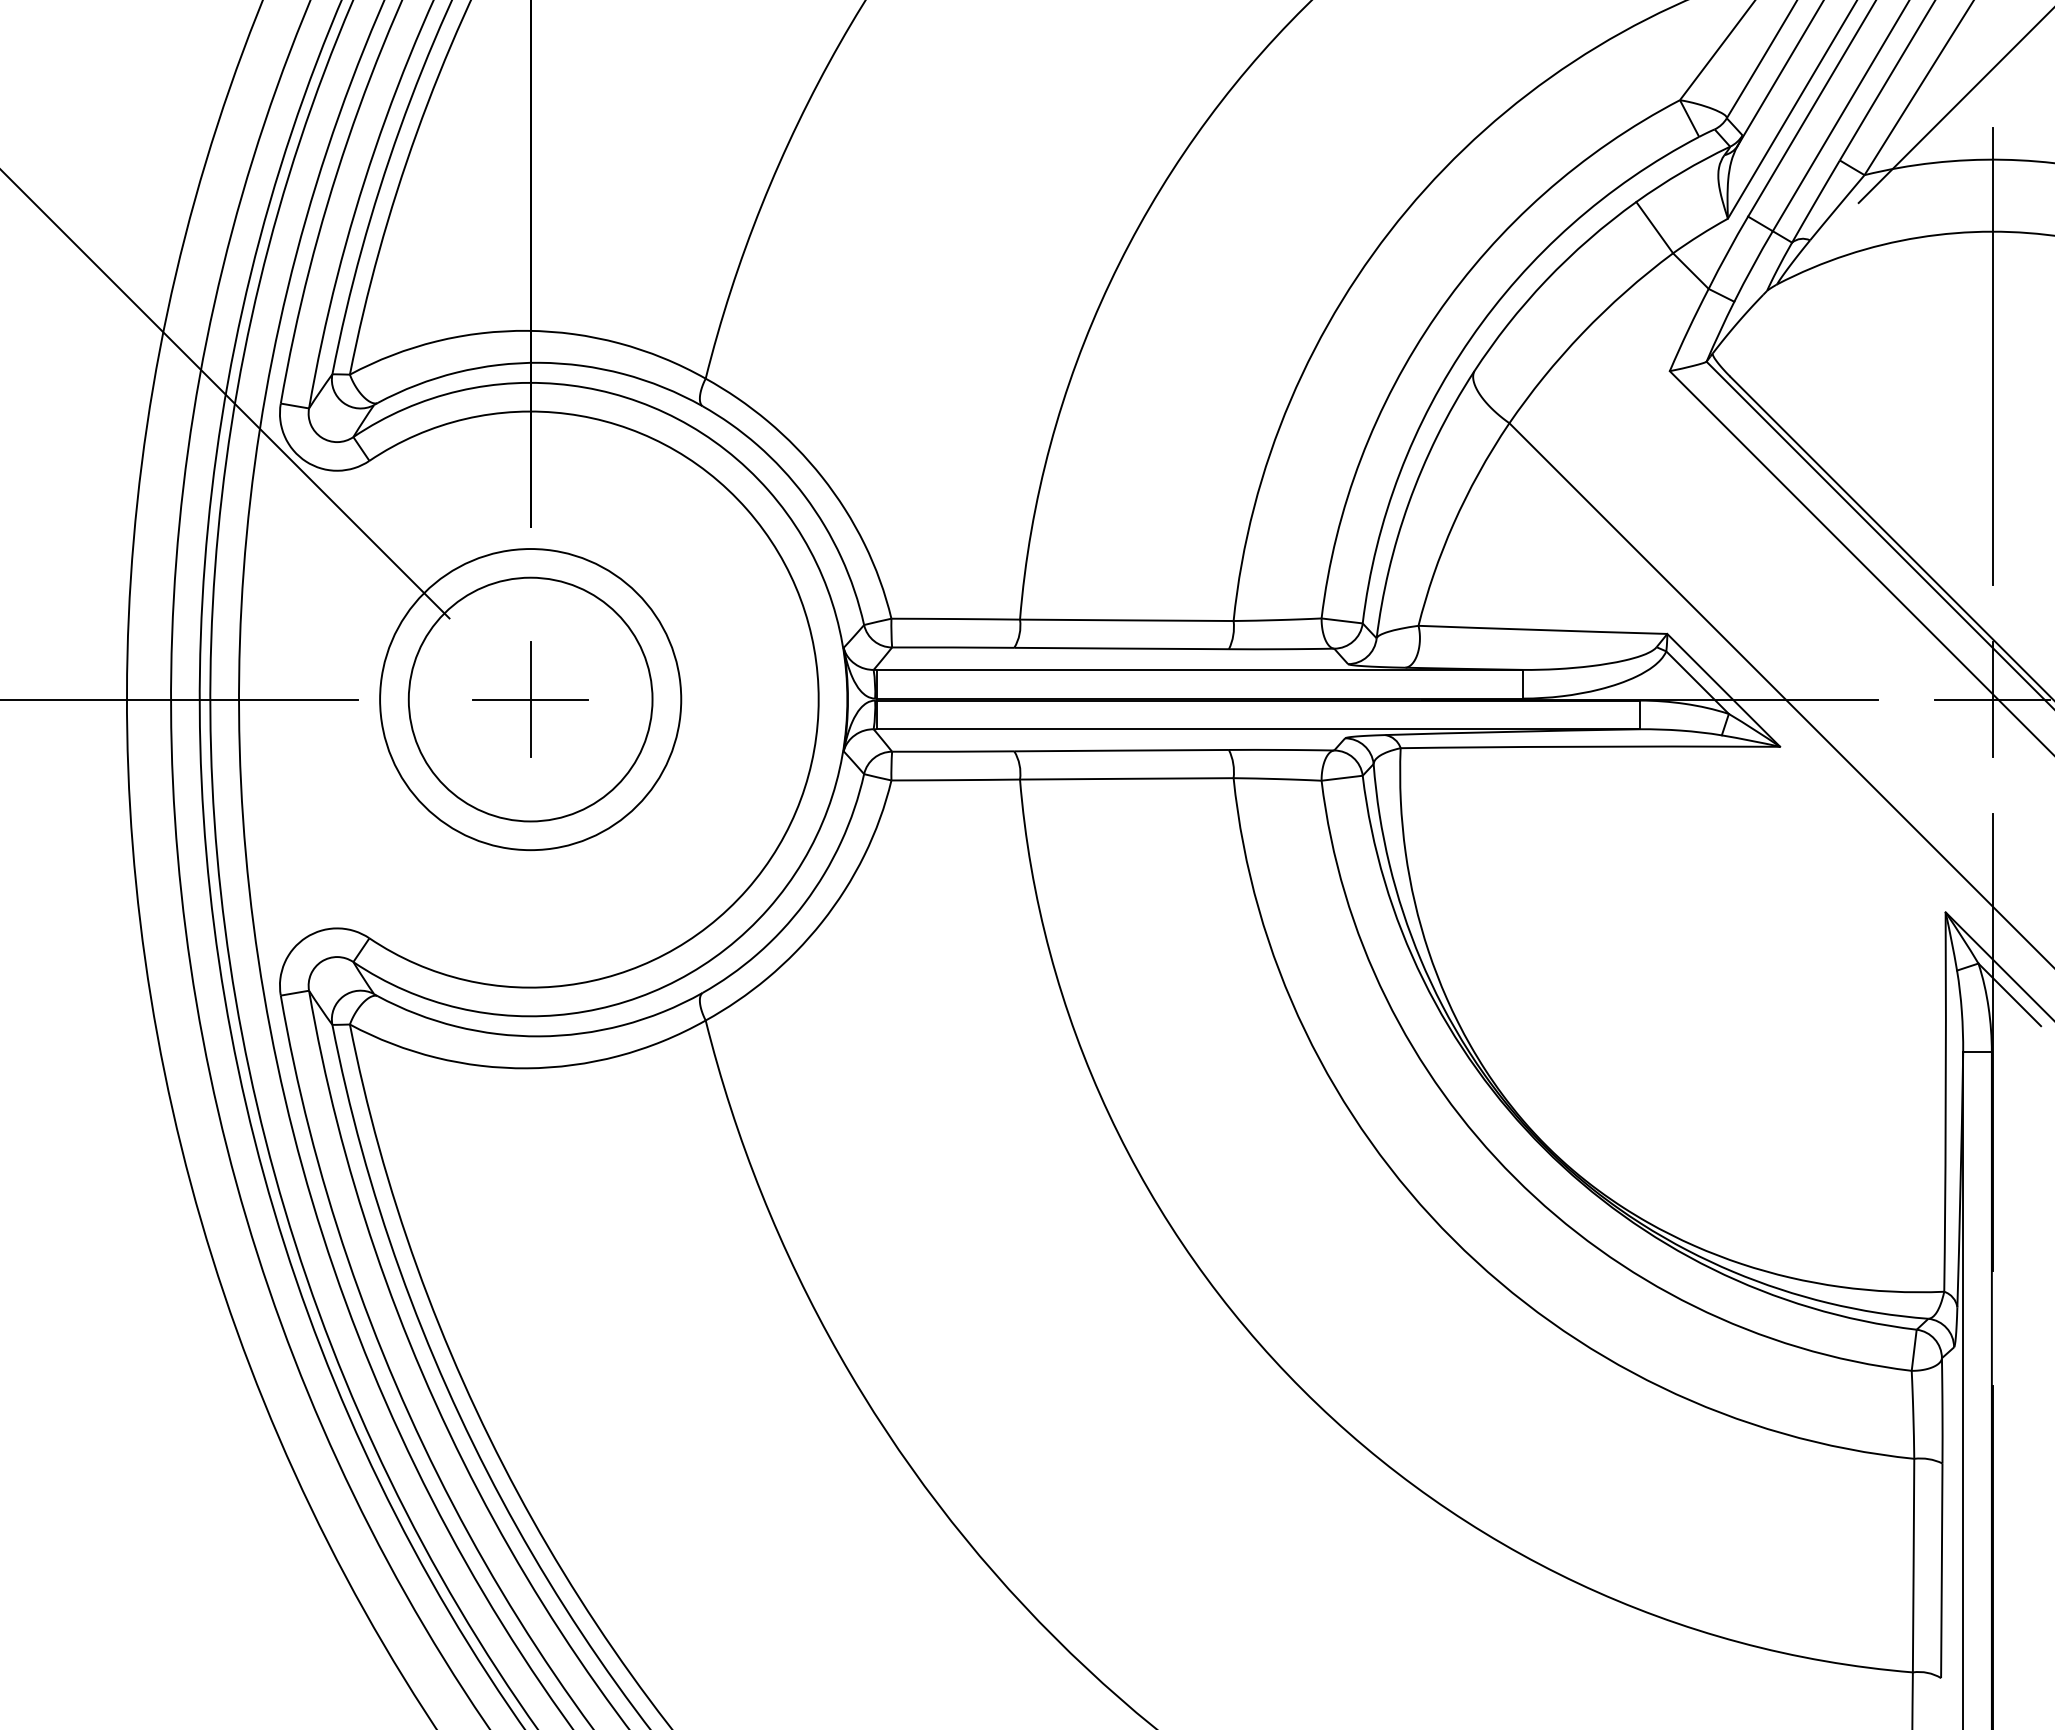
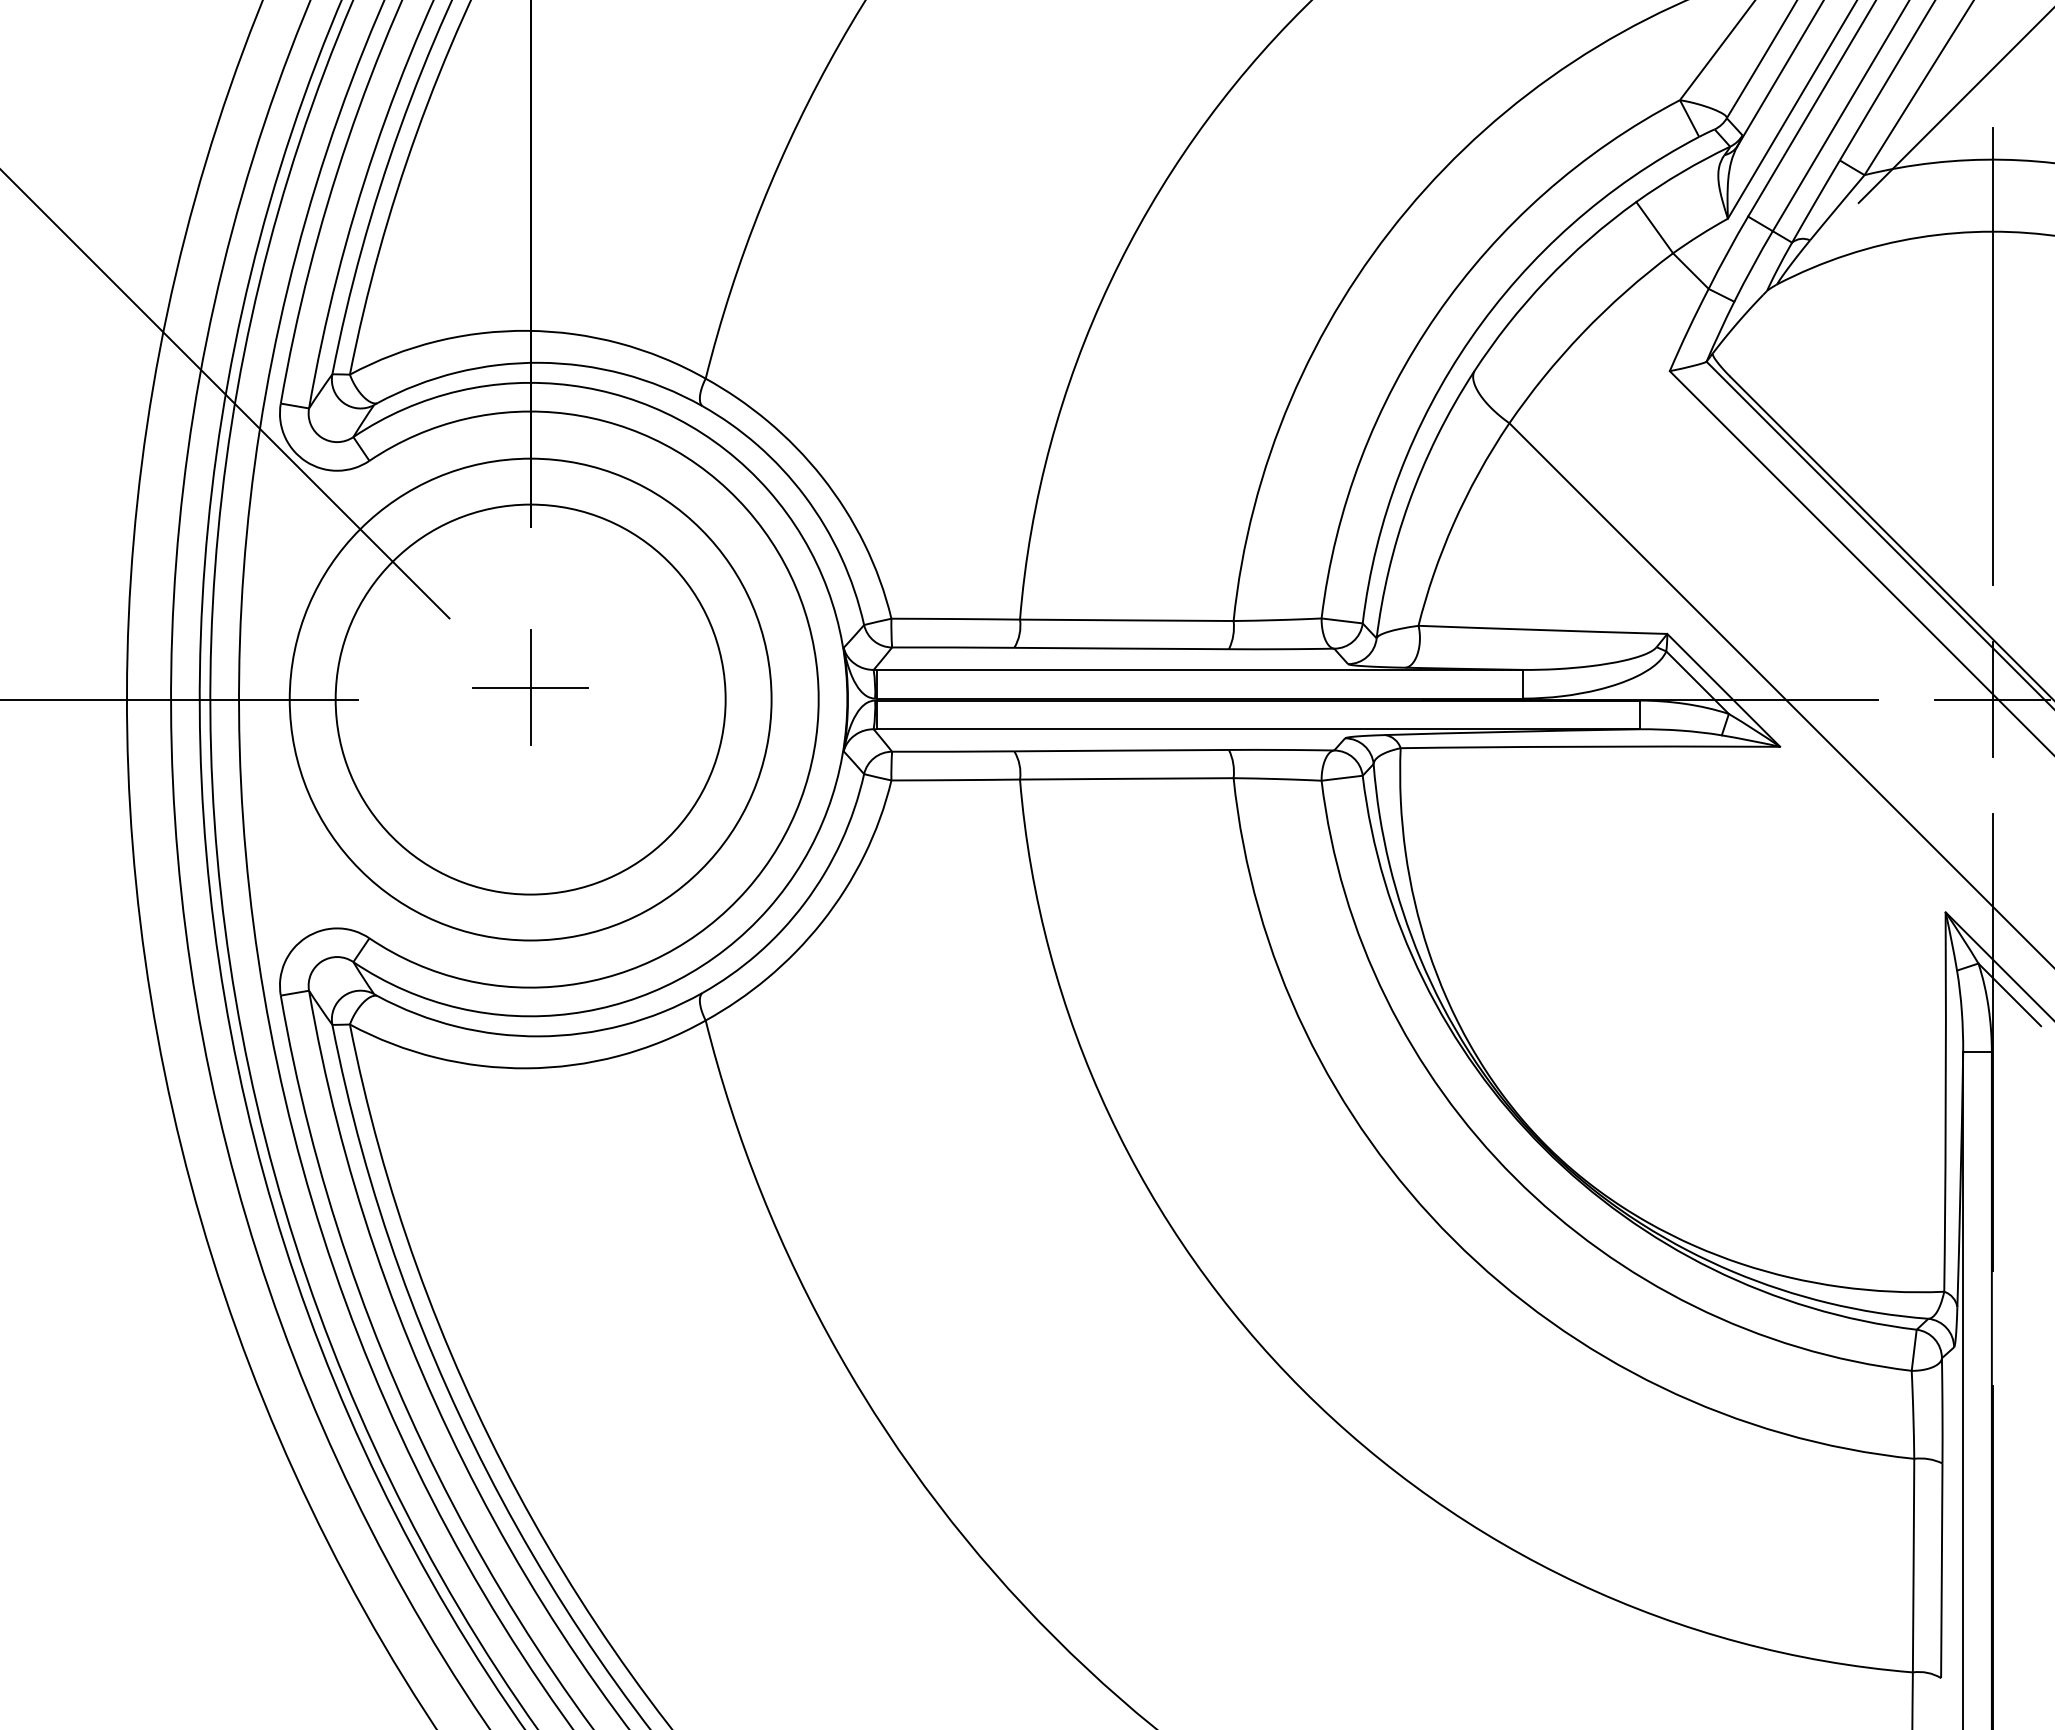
circle at (530, 699) diameter: 244 px -> 390 px
circle at (530, 699) diameter: 301 px -> 482 px
part at (530, 699) position: (530, 699) -> (530, 687)
